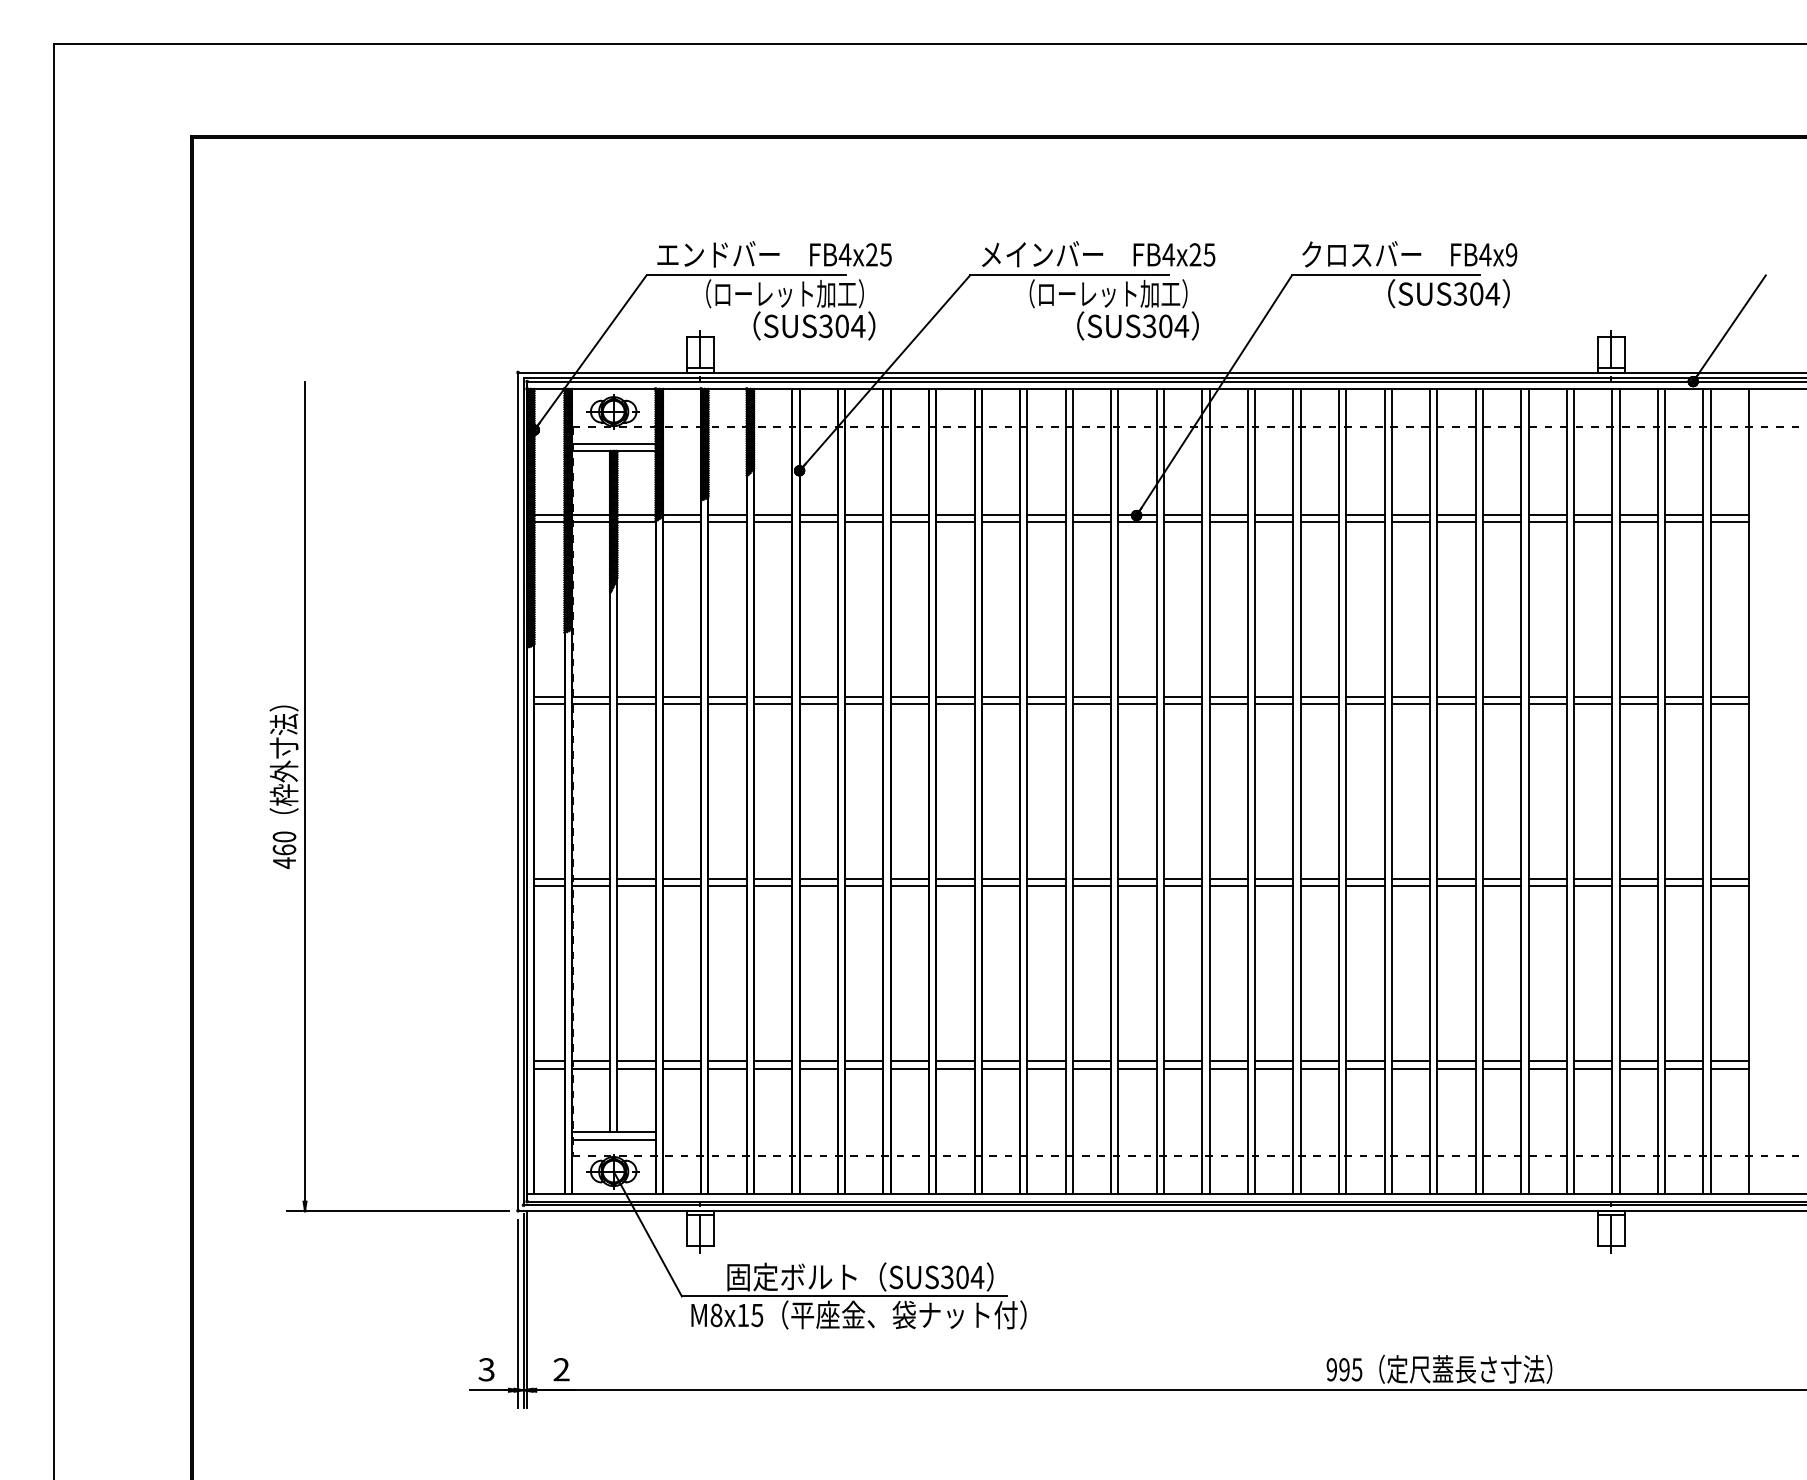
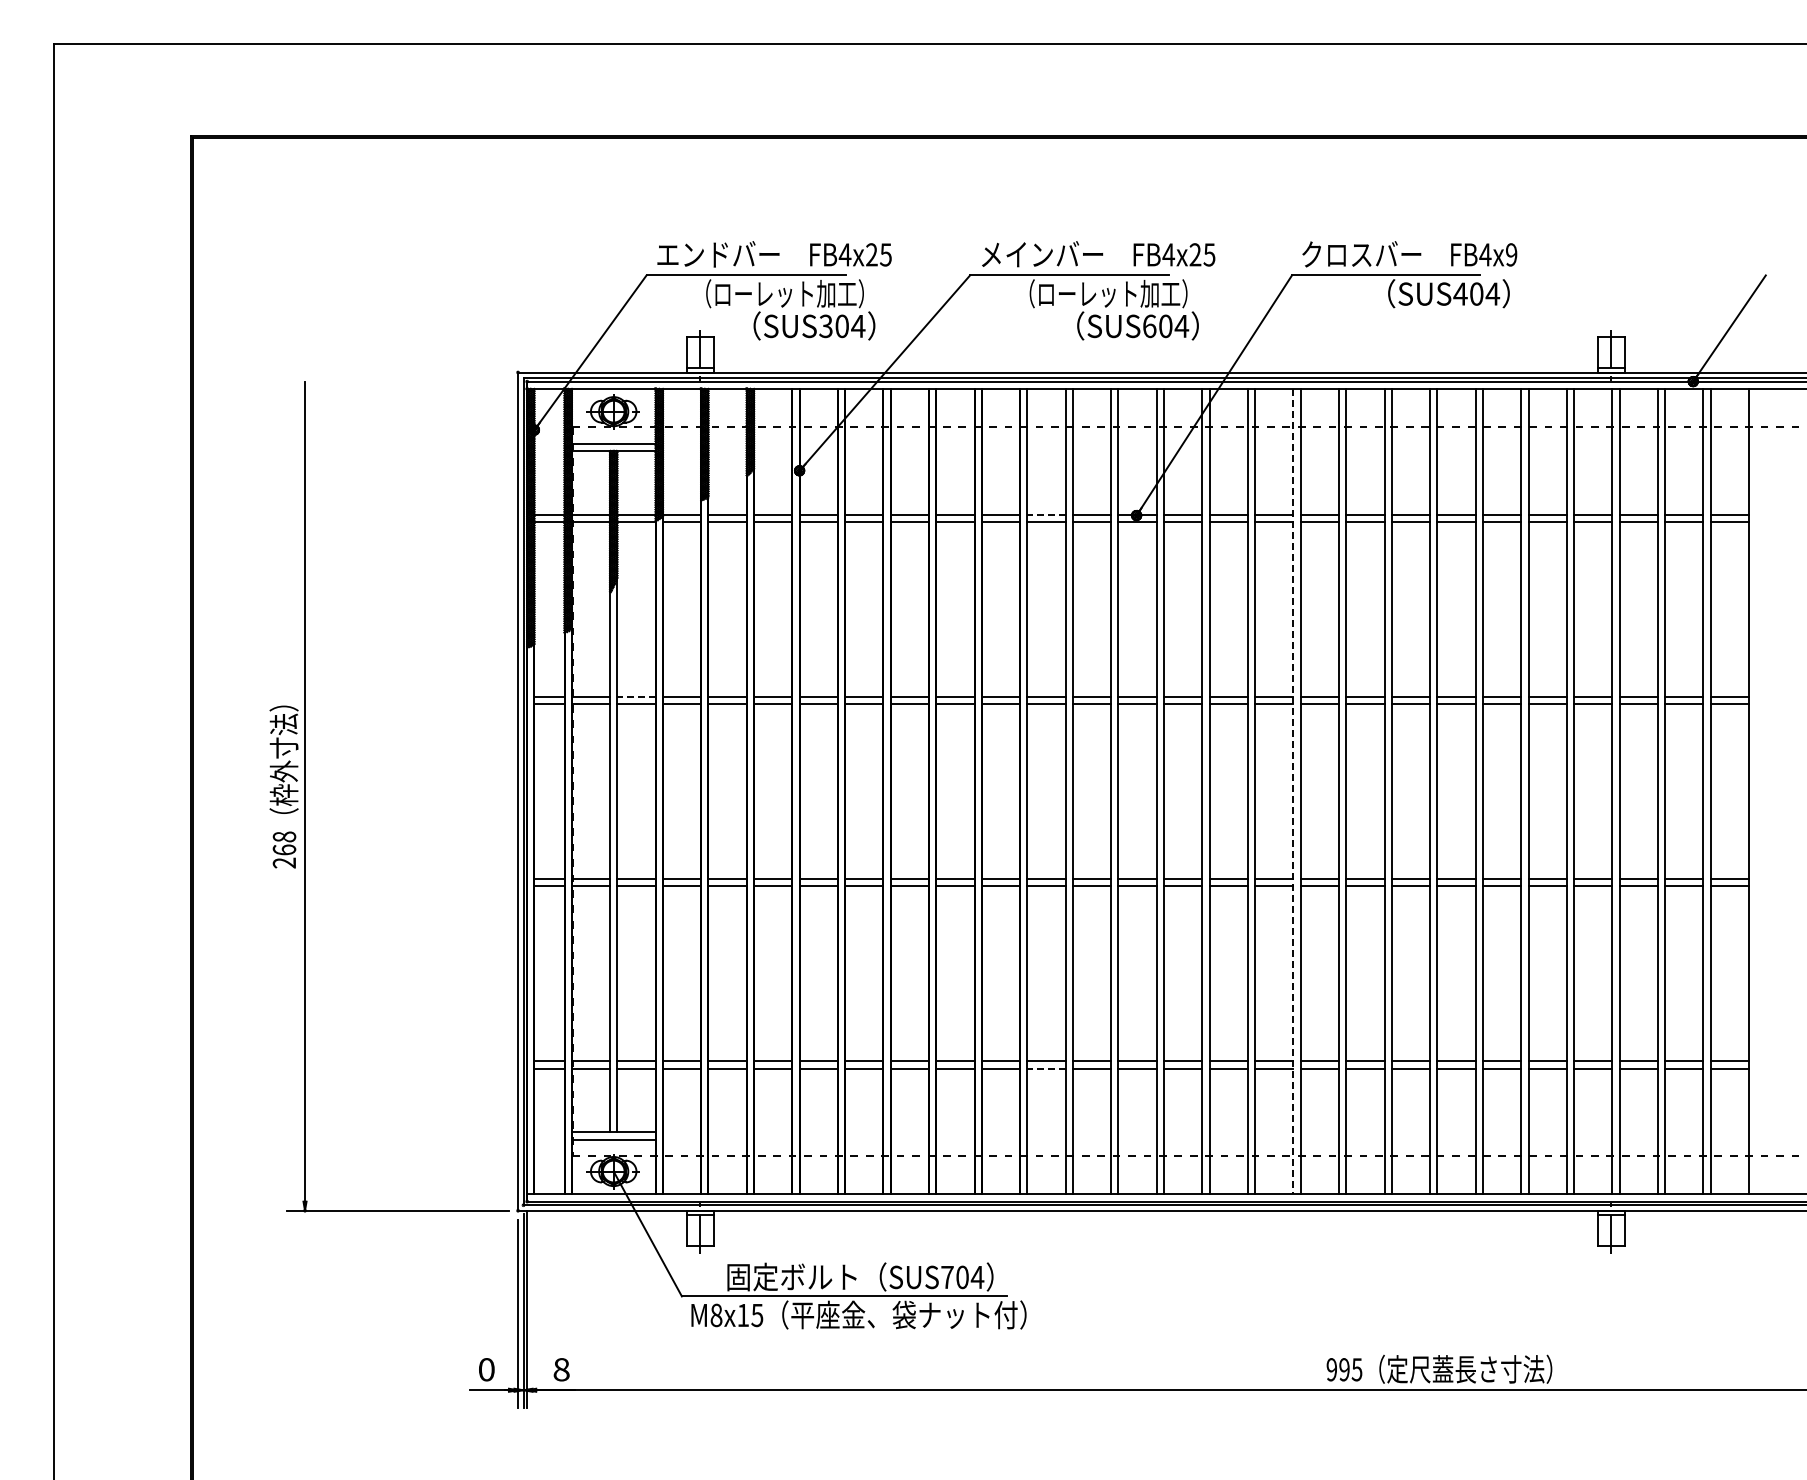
text at (1460, 293): SUS304 -> SUS404
text at (1149, 326): SUS304 -> SUS604
line at (1046, 514): solid -> dashed
line at (636, 696): solid -> dashed
line at (1293, 791): solid -> dashed
text at (283, 850): 460 -> 268
line at (1046, 1068): solid -> dashed
text at (947, 1277): SUS304 -> SUS704
text at (486, 1369): 3 -> 0
text at (561, 1369): 2 -> 8
